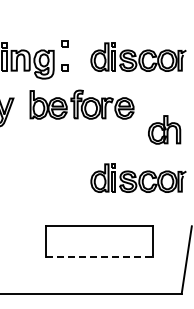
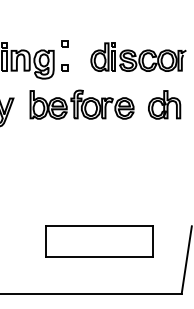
part at (164, 129) position: (164, 129) -> (164, 104)
part at (138, 177): present -> none
line at (99, 257): dashed -> solid
